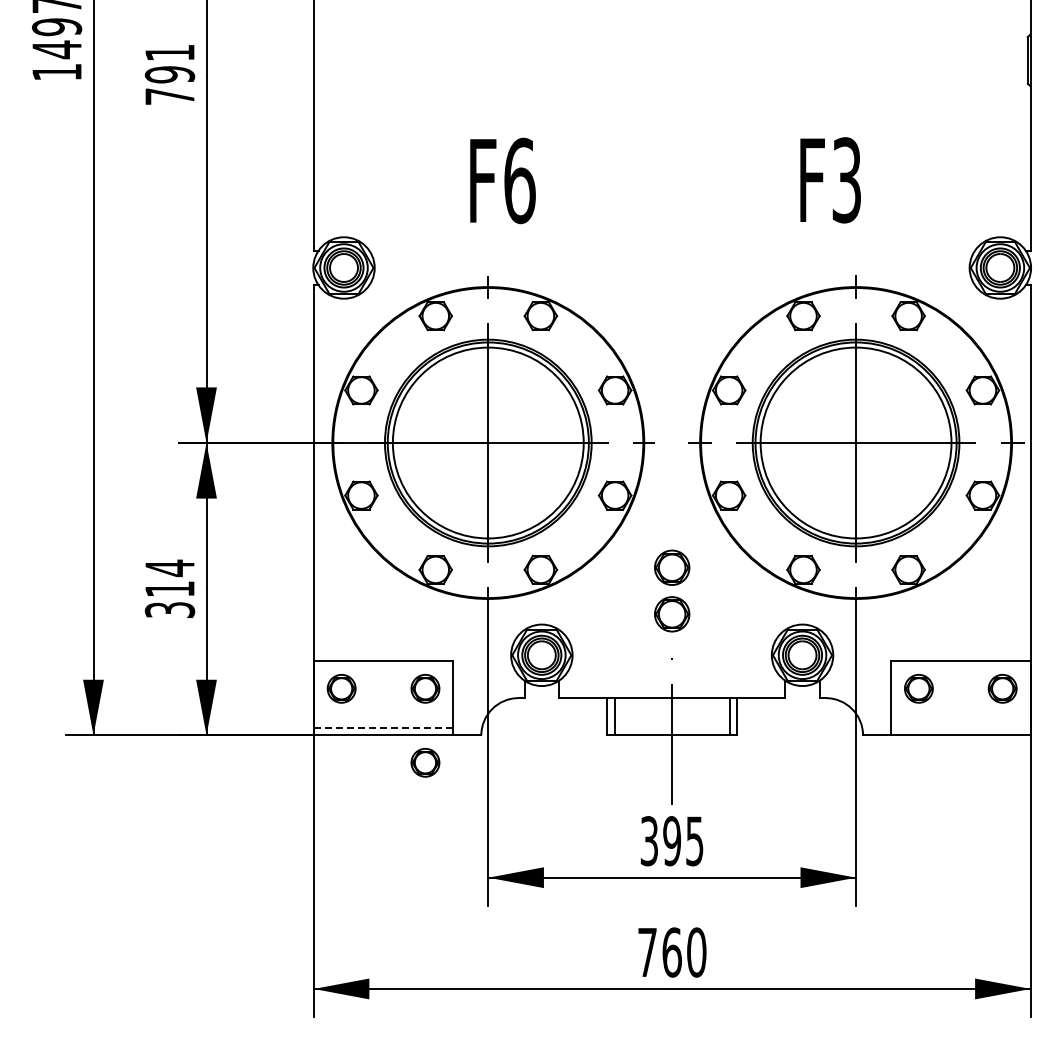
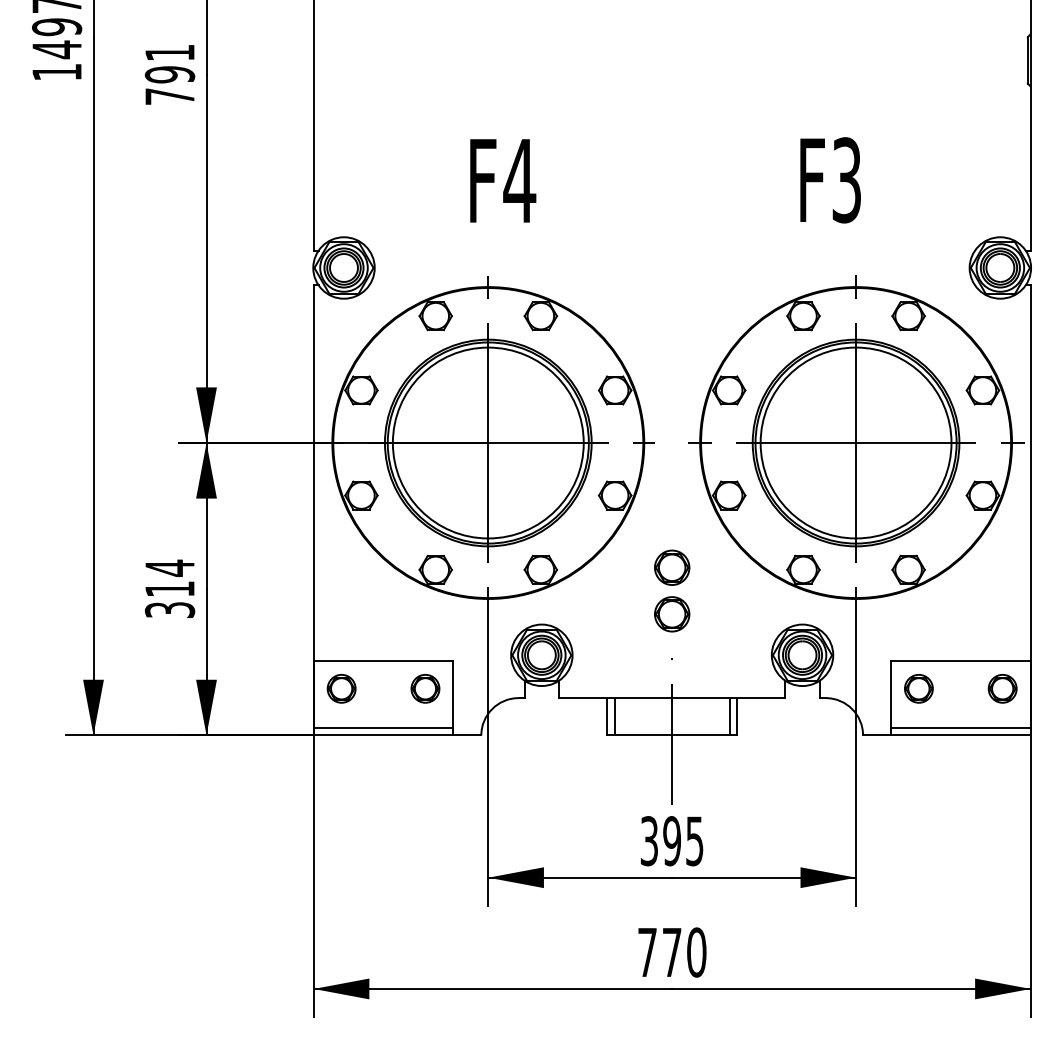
text at (519, 180): F6 -> F4
line at (383, 727): dashed -> solid
line at (960, 727): none -> present
part at (425, 762): present -> none
text at (672, 952): 760 -> 770
